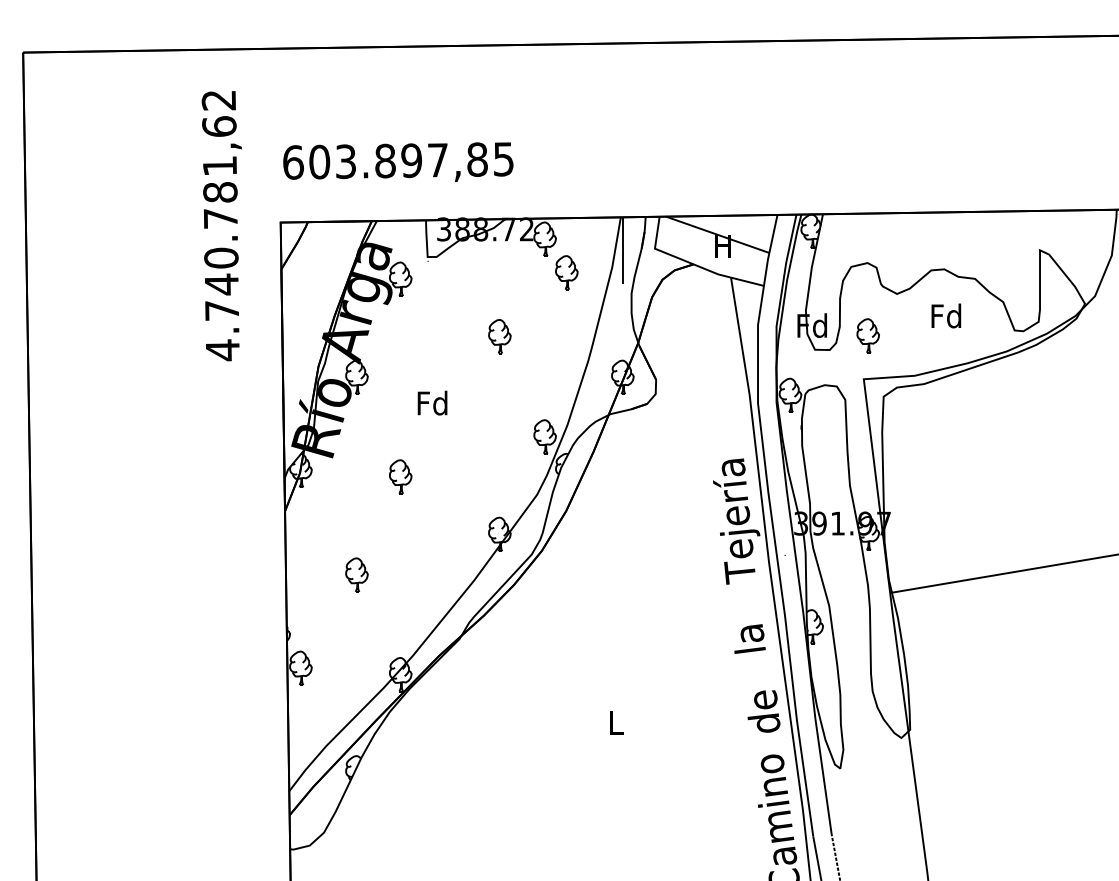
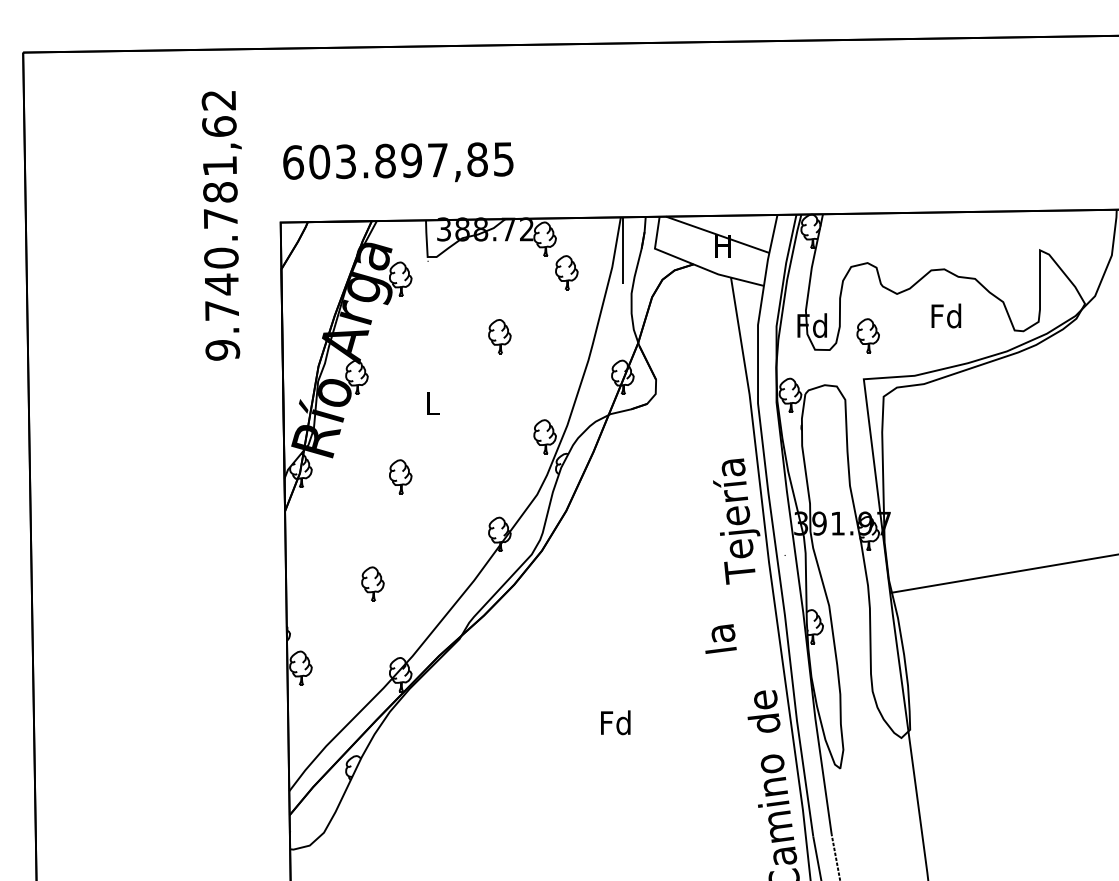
text at (222, 350): 4.740.781,62 -> 9.740.781,62
text at (432, 402): Fd -> L
part at (356, 574) position: (356, 574) -> (372, 583)
text at (749, 638) position: (749, 638) -> (720, 638)
text at (615, 722): L -> Fd
